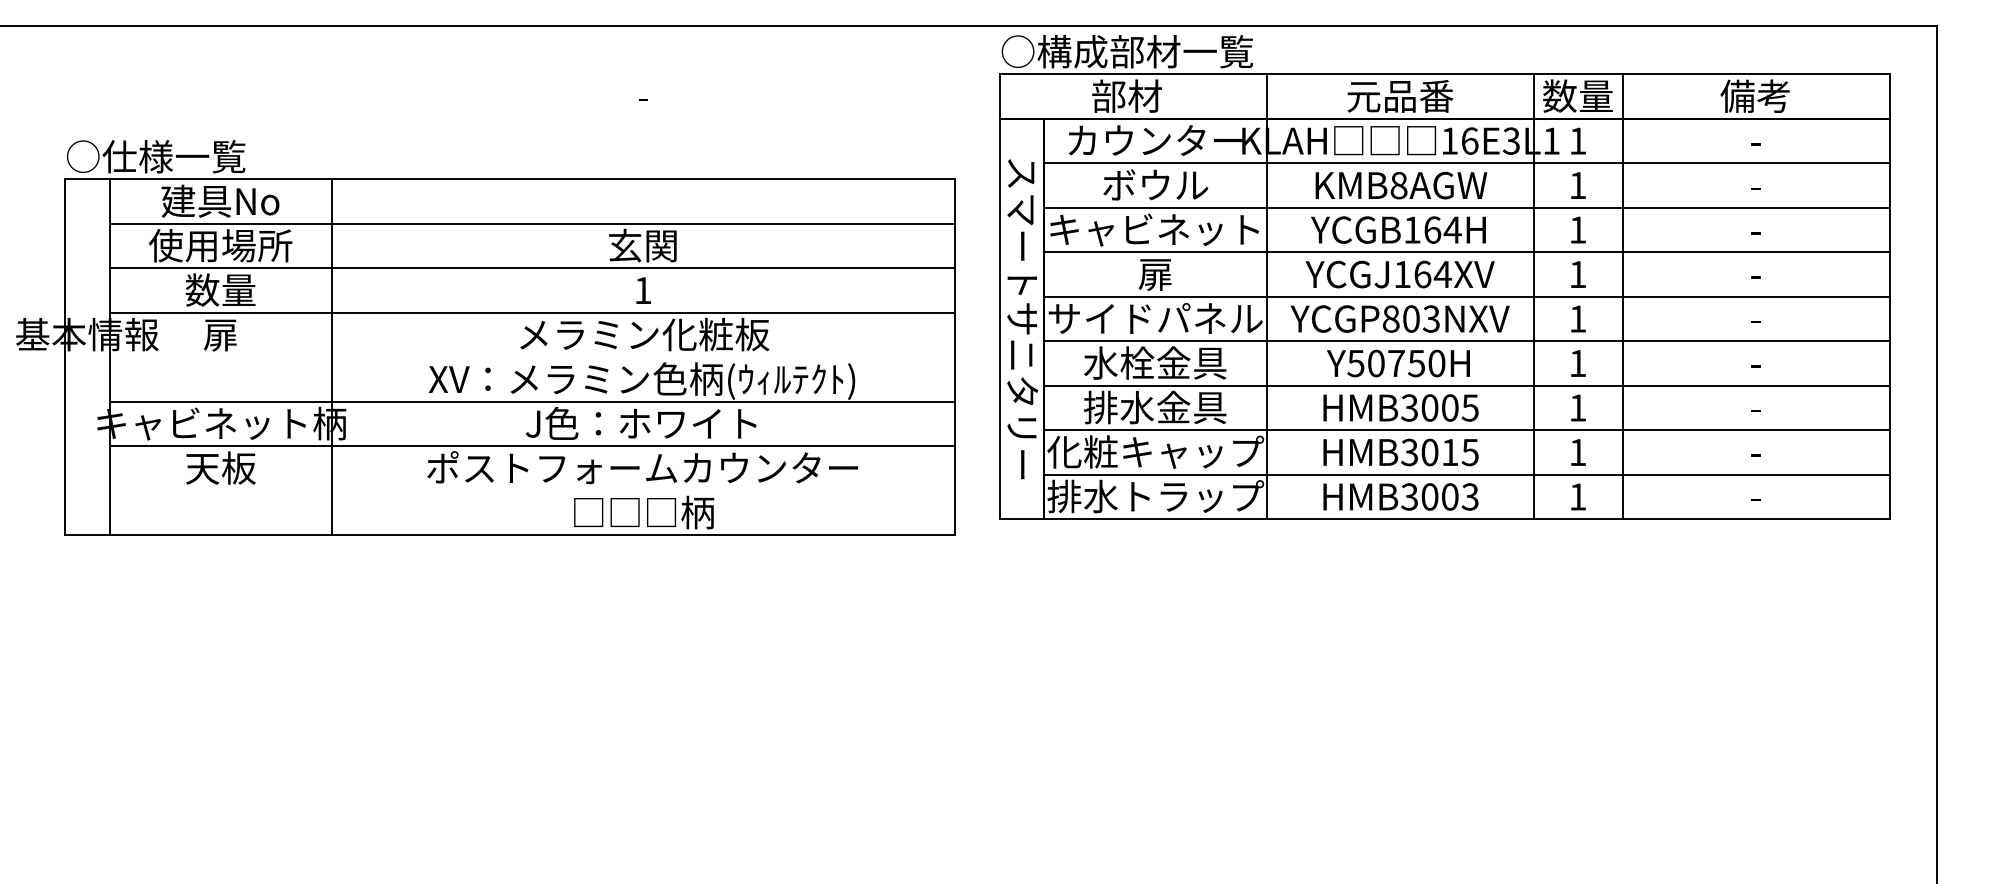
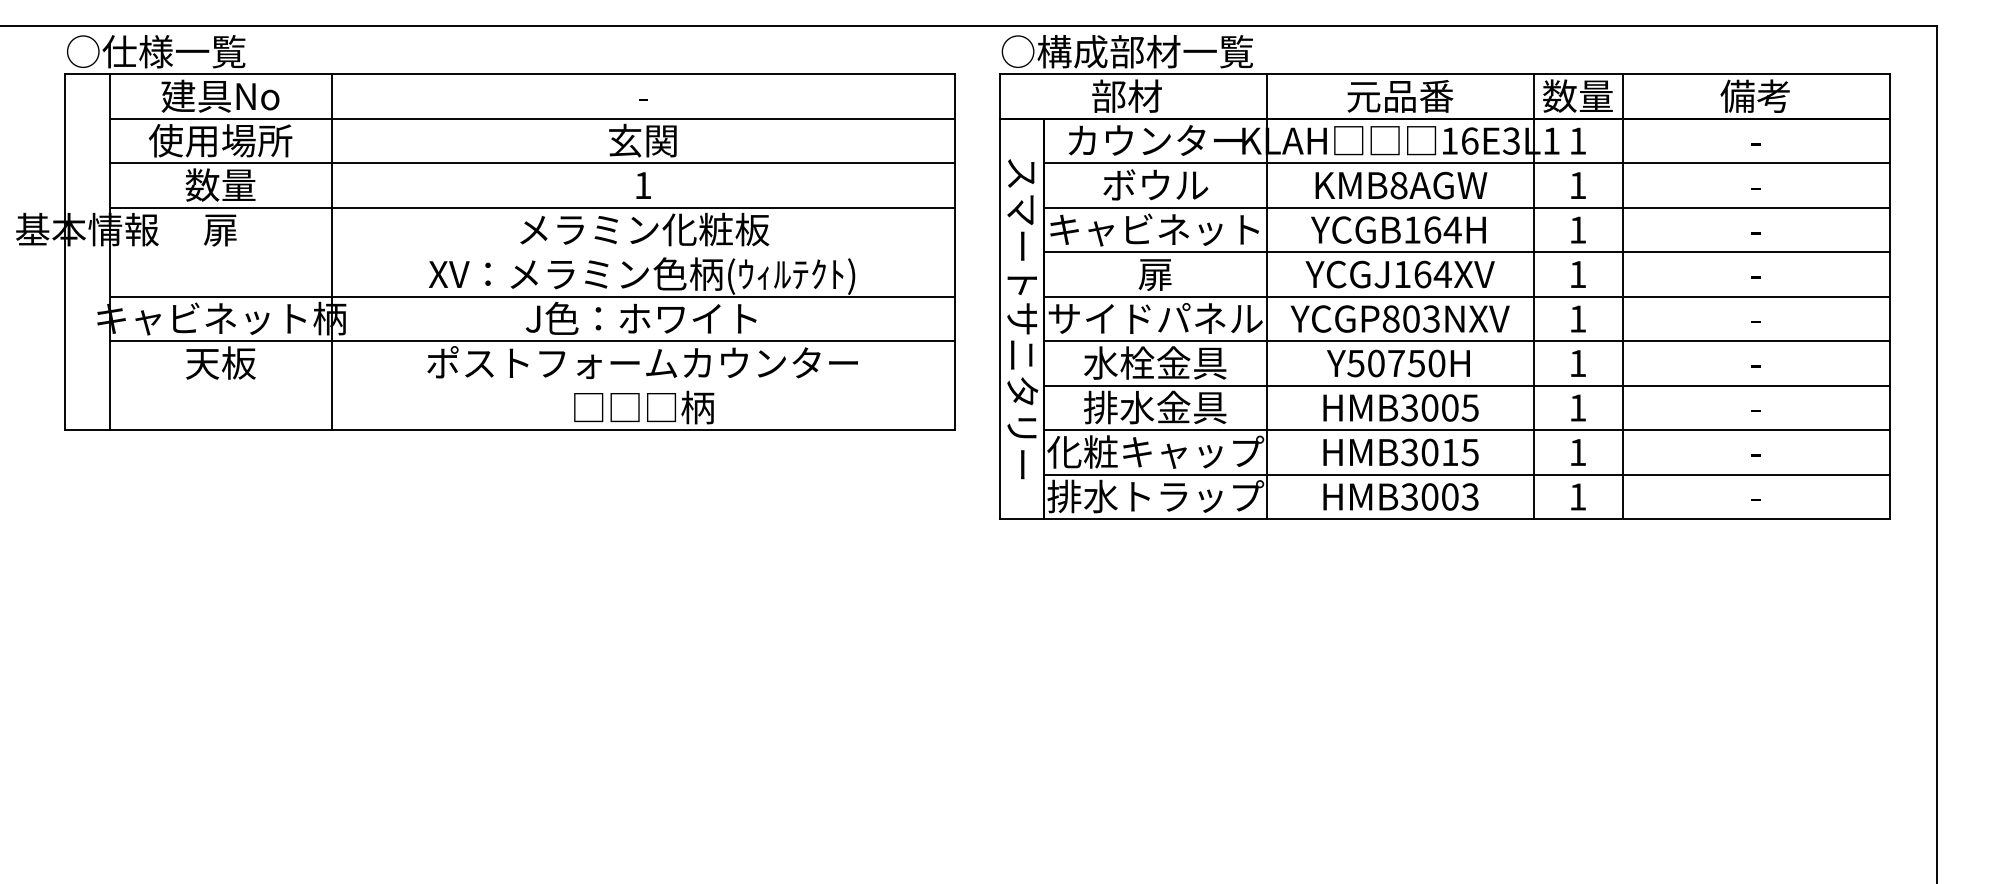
part at (485, 337) position: (485, 337) -> (485, 232)
